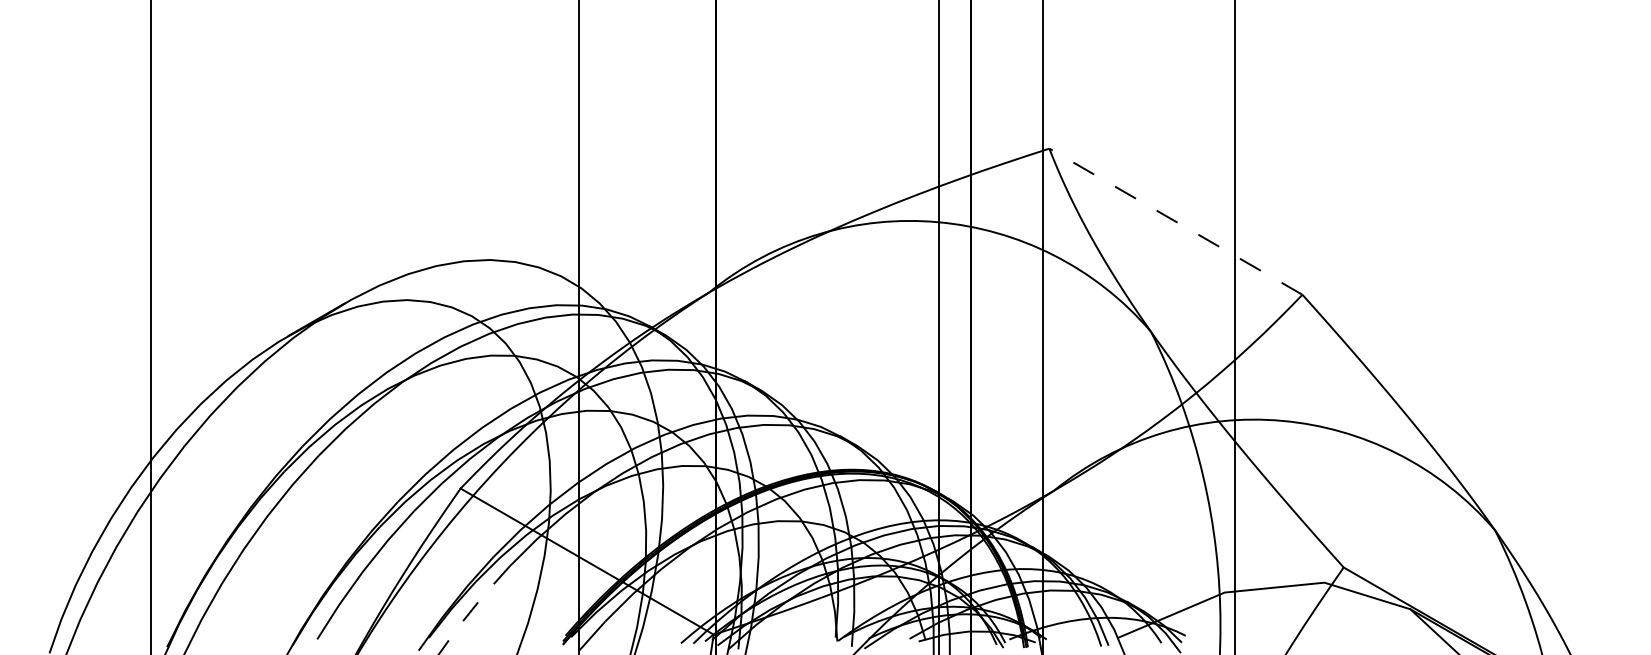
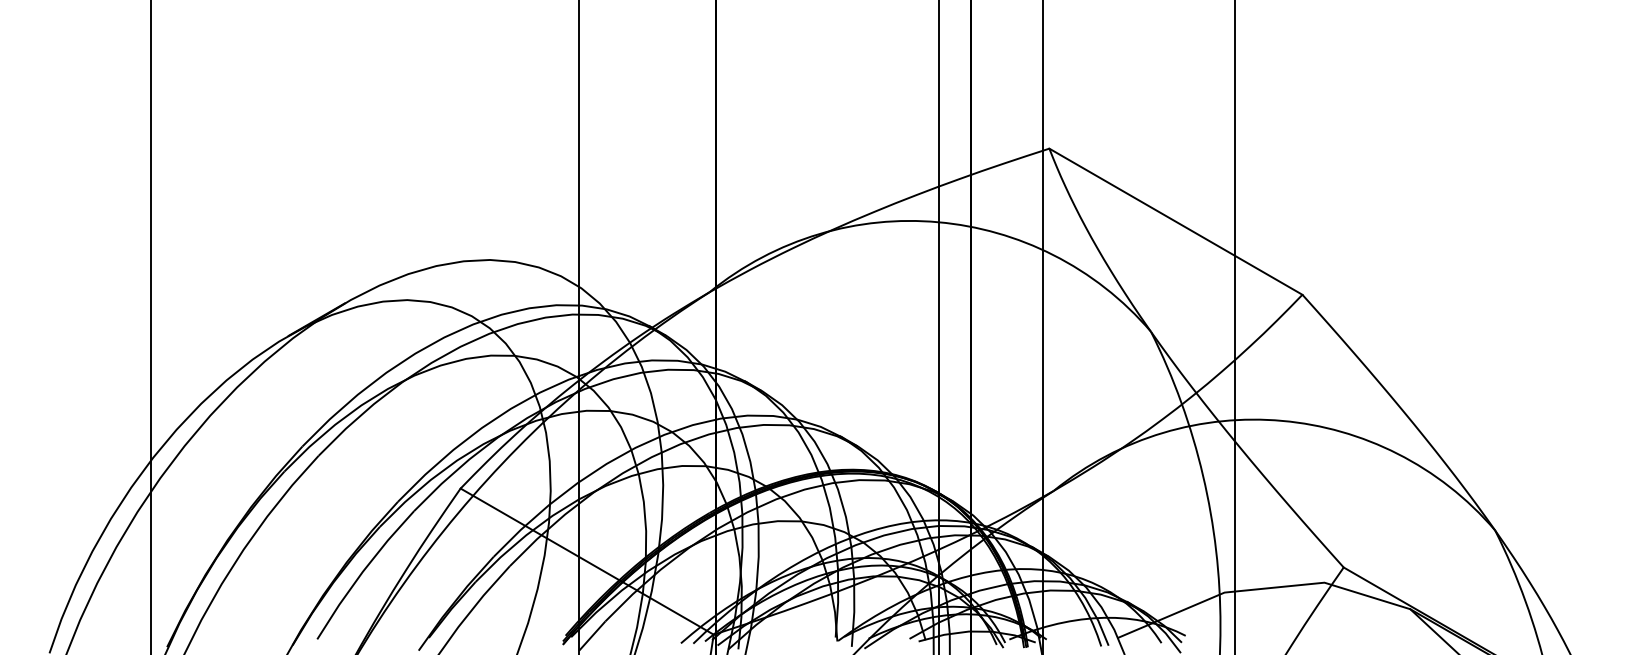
line at (1175, 221): dashed -> solid
line at (472, 609): dashed -> solid
